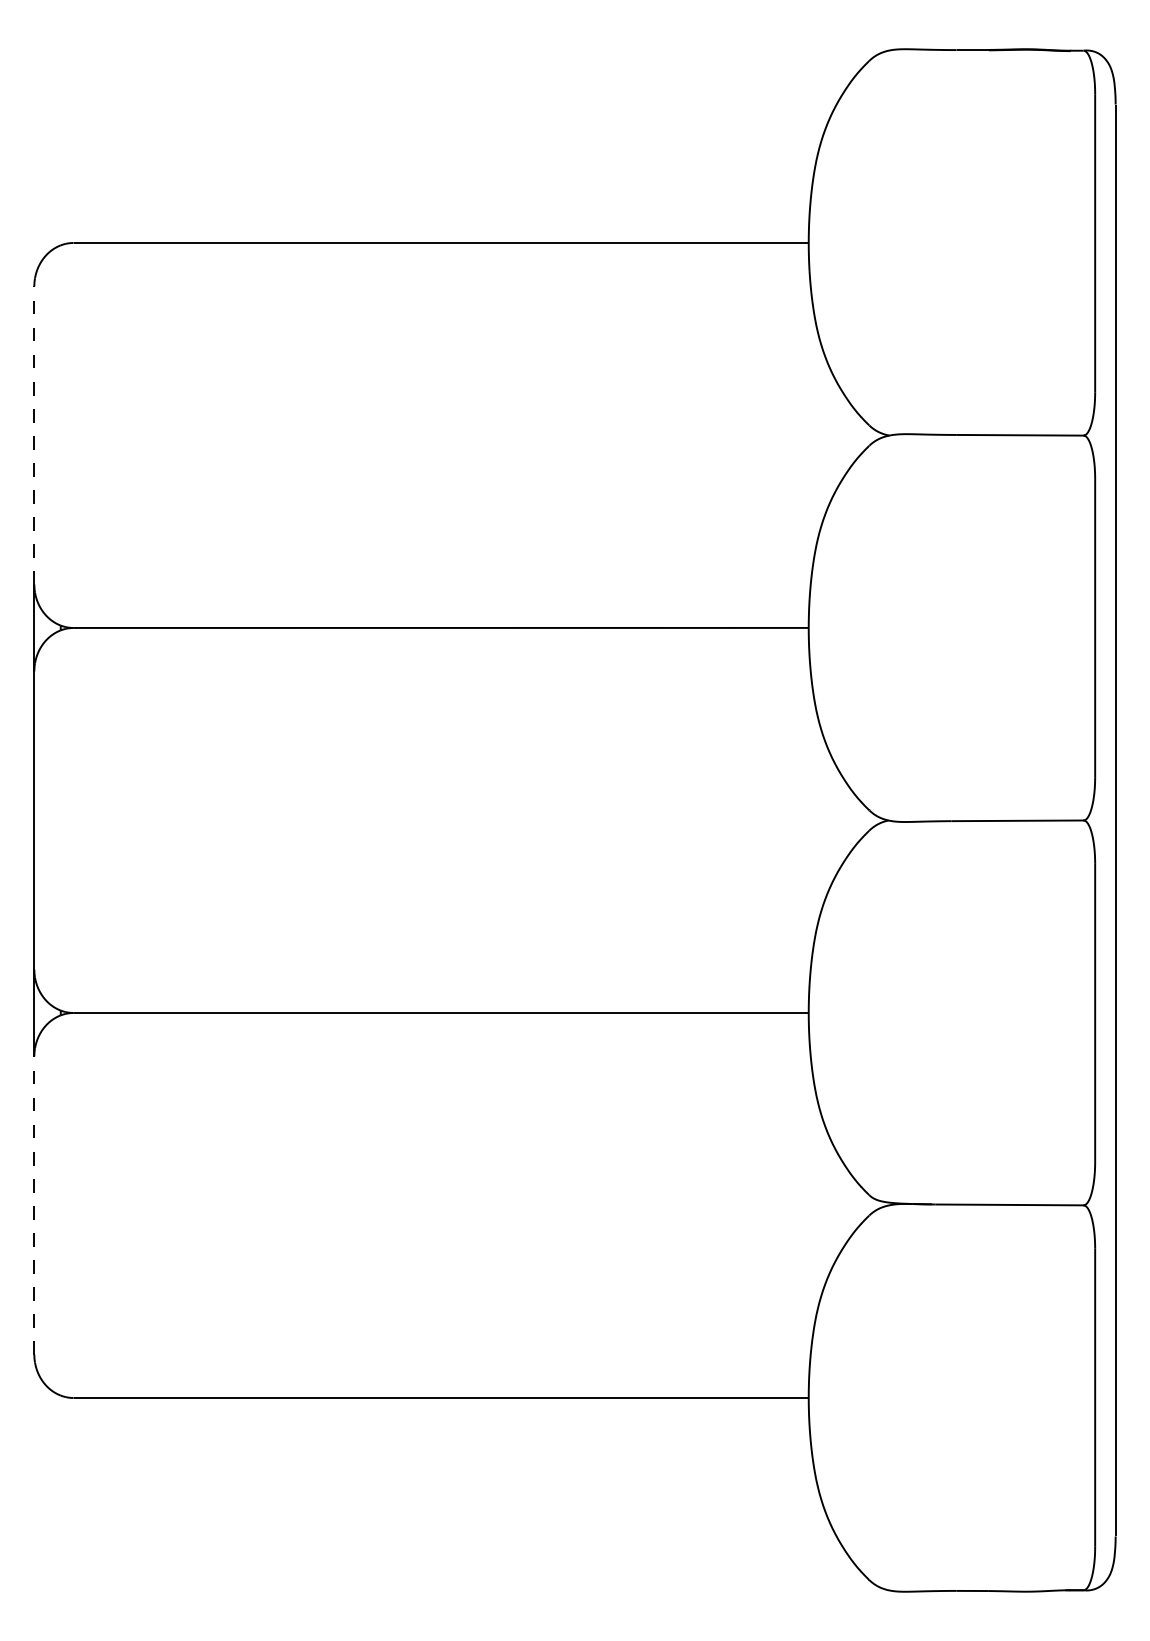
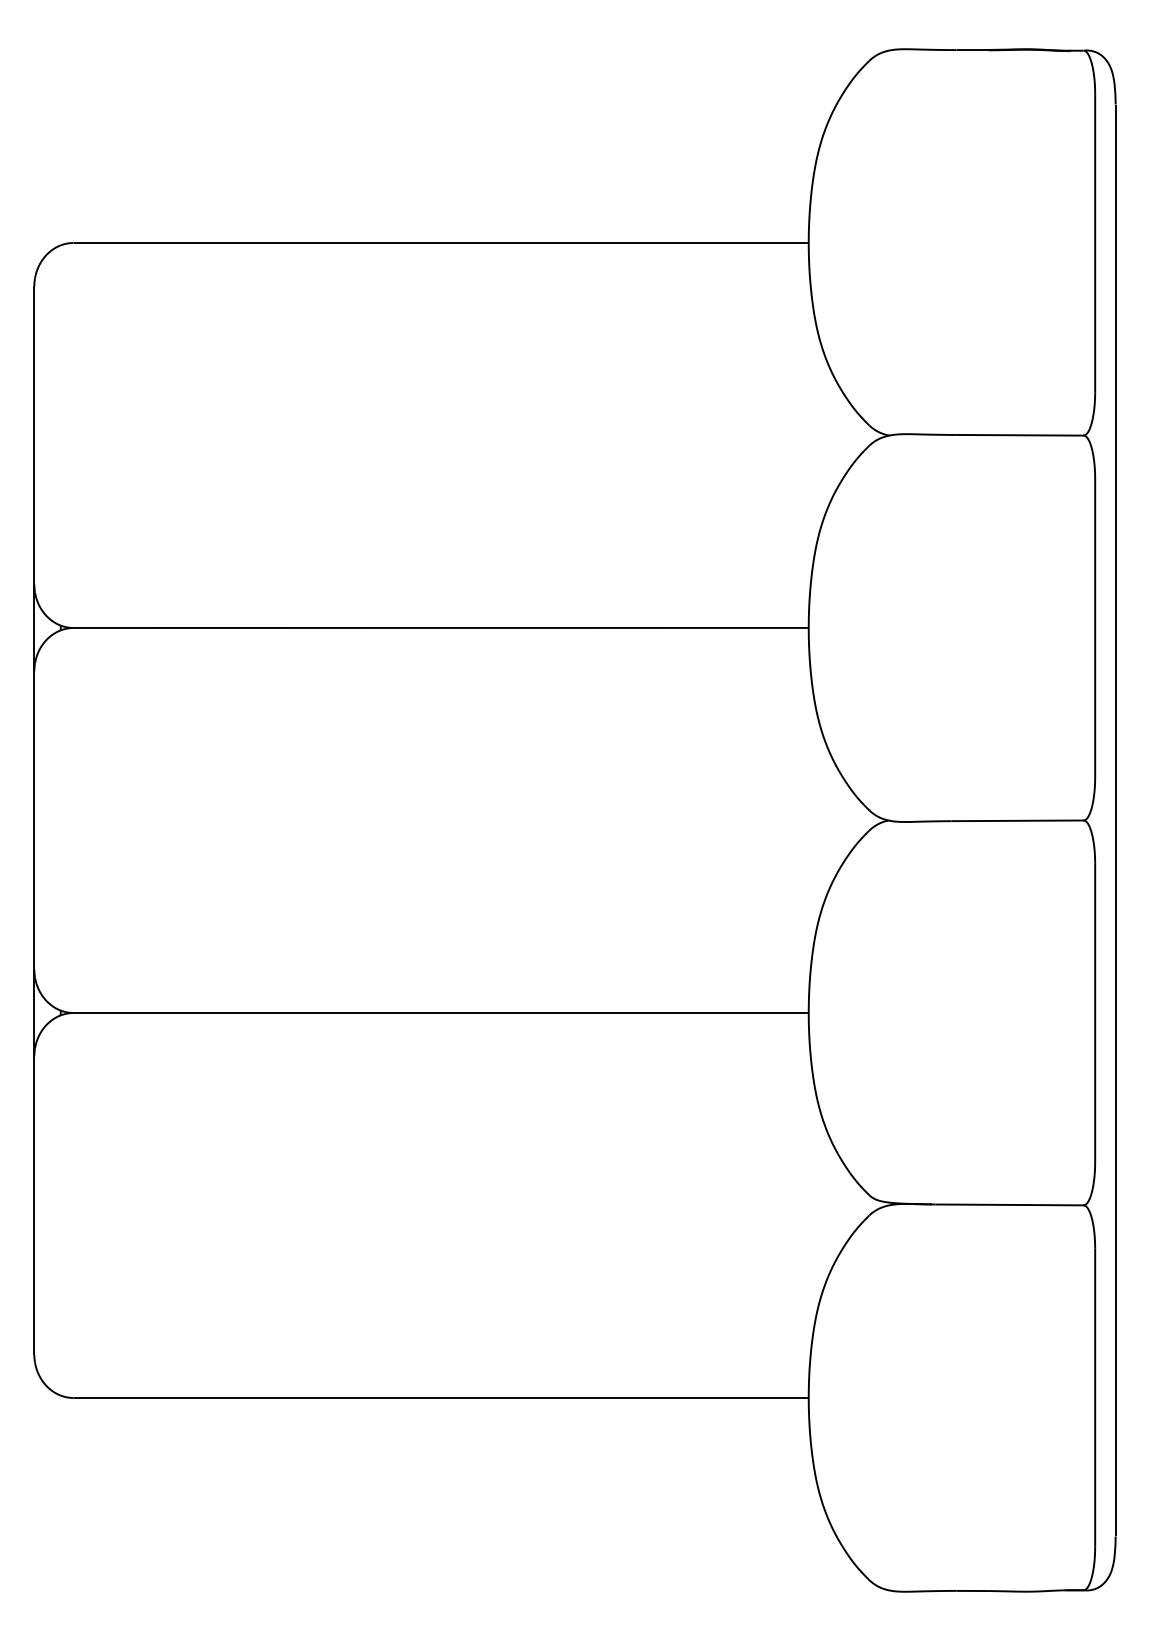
line at (34, 434): dashed -> solid
line at (34, 1204): dashed -> solid
